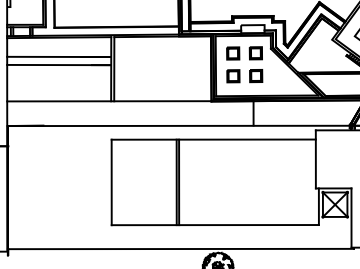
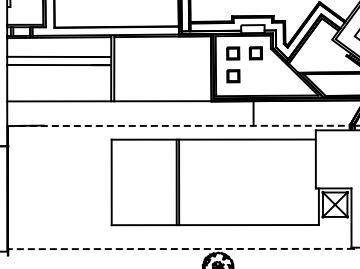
part at (256, 76): present -> none
line at (183, 125): solid -> dashed
line at (180, 249): solid -> dashed
